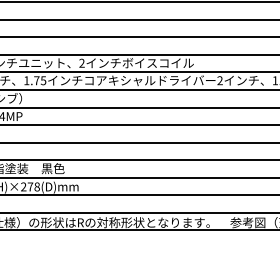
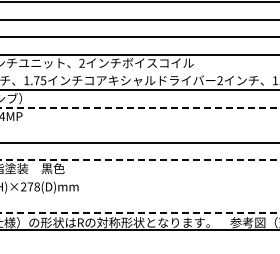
line at (139, 72): present -> none
line at (140, 107): solid -> dashed
line at (139, 125): present -> none
line at (140, 160): solid -> dashed
line at (139, 177): present -> none
line at (139, 195): present -> none
line at (140, 212): solid -> dashed
